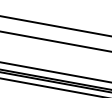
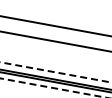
line at (56, 72): solid -> dashed
line at (53, 88): solid -> dashed
